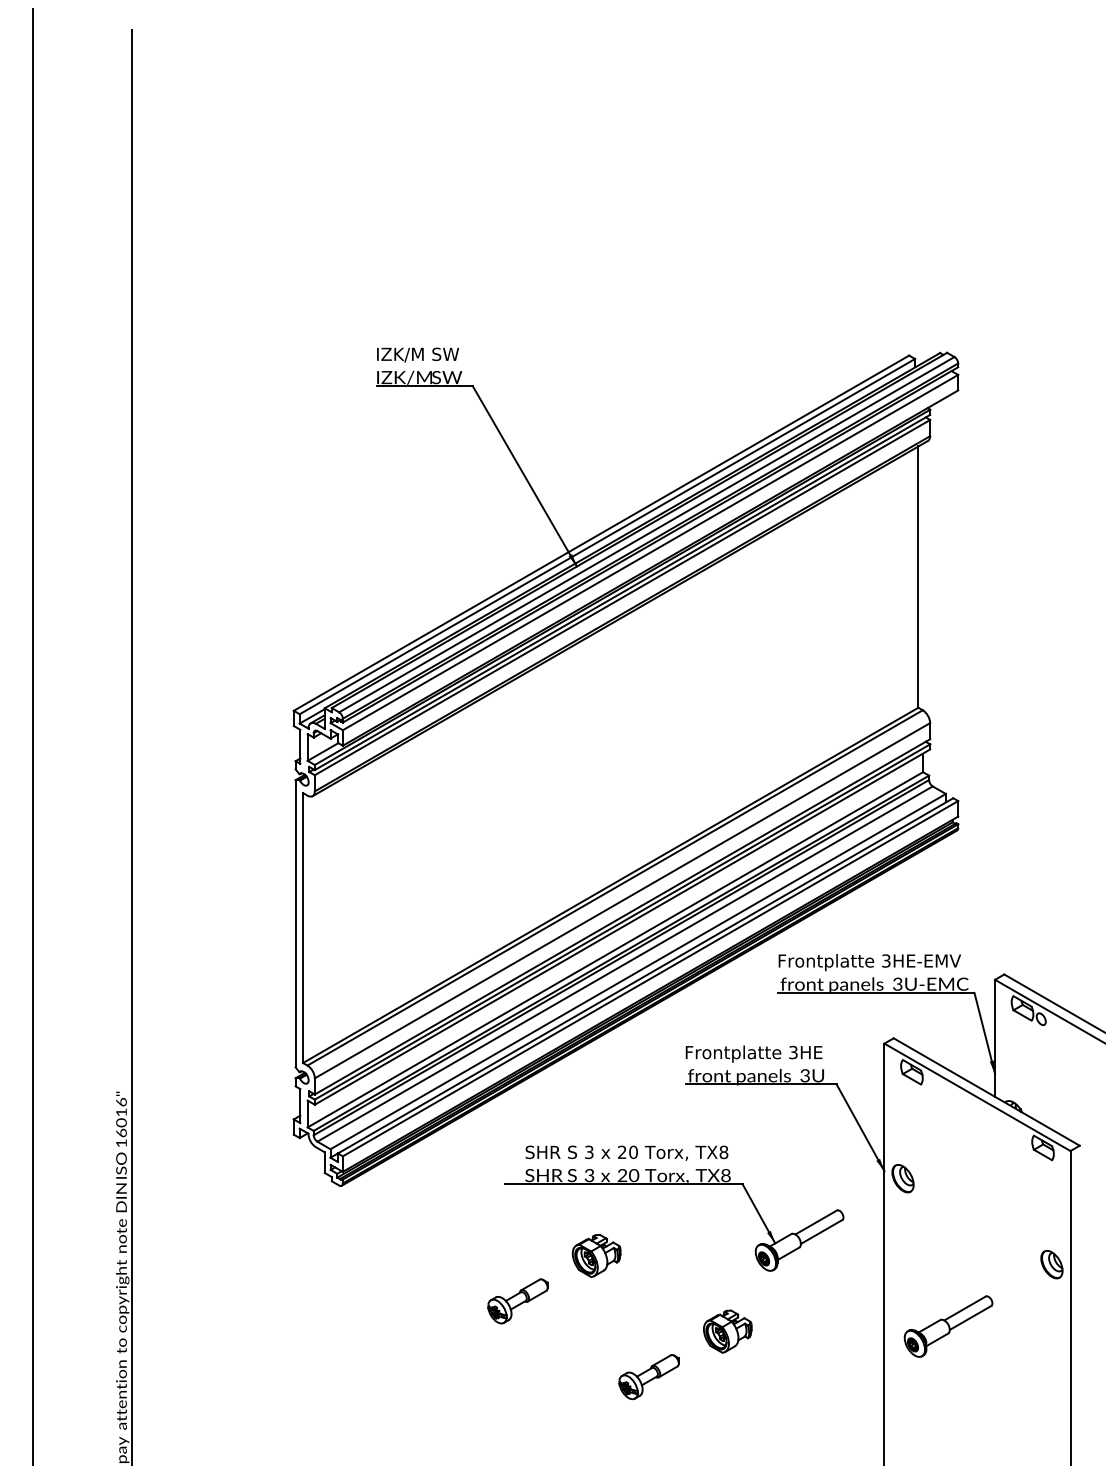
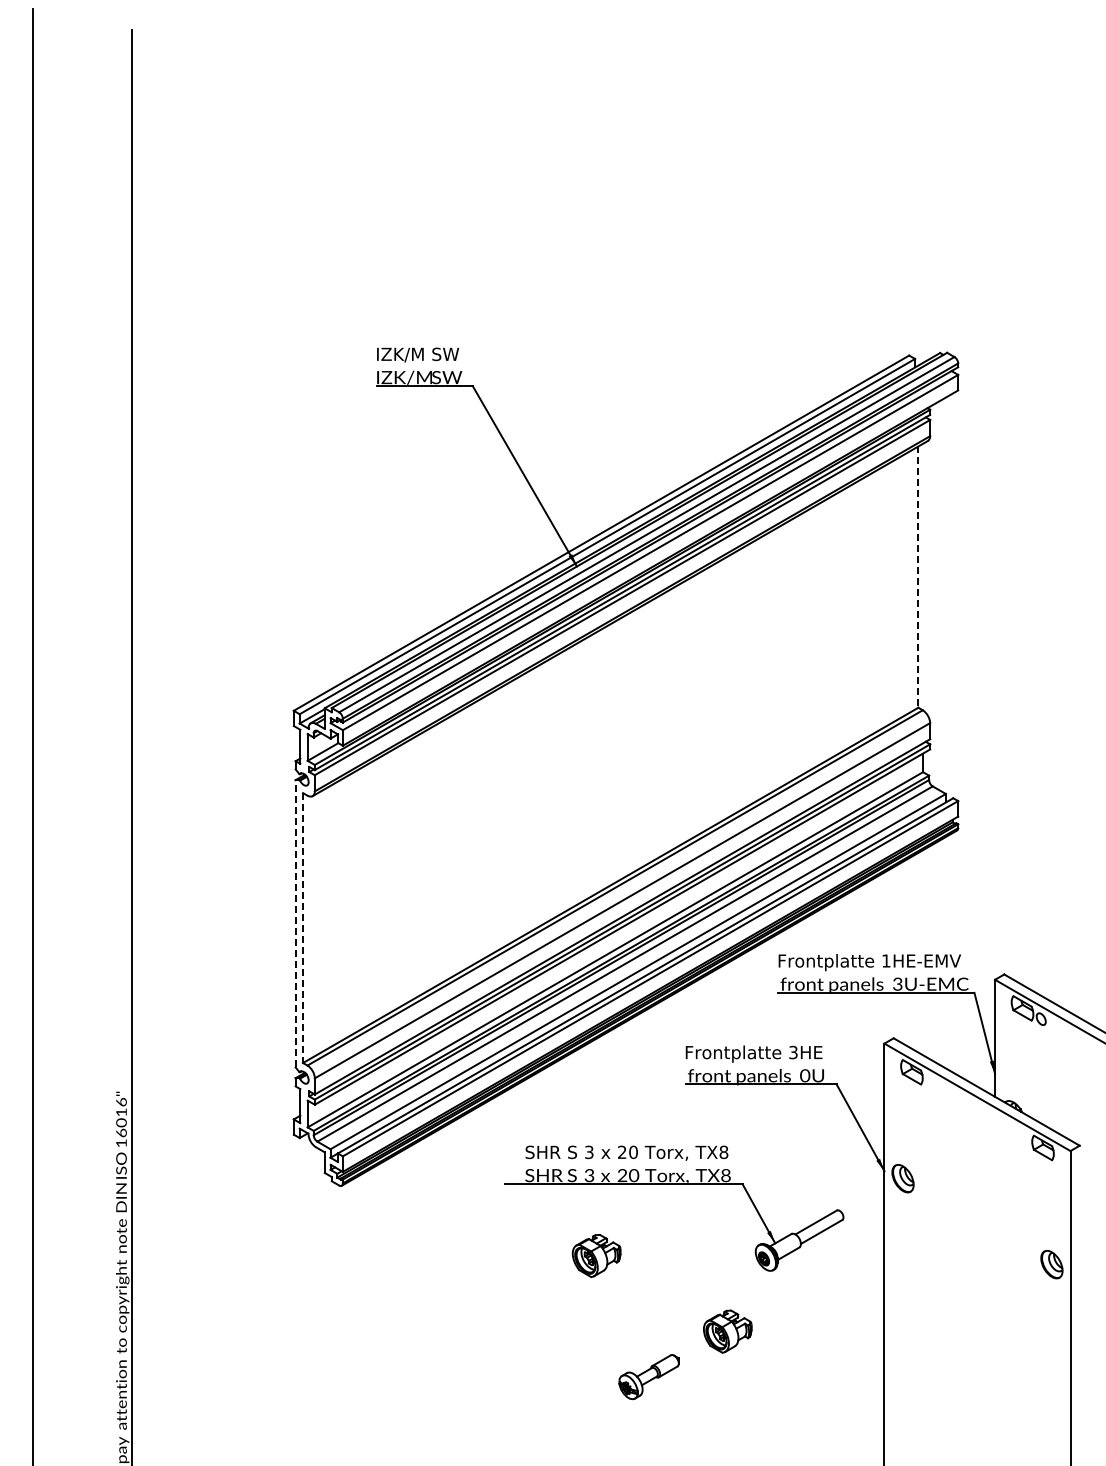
line at (918, 577): solid -> dashed
line at (295, 923): solid -> dashed
line at (303, 928): solid -> dashed
text at (886, 960): 3HE-EMV -> 1HE-EMV
text at (805, 1075): 3U -> 0U
part at (517, 1301): present -> none
part at (948, 1326): present -> none
